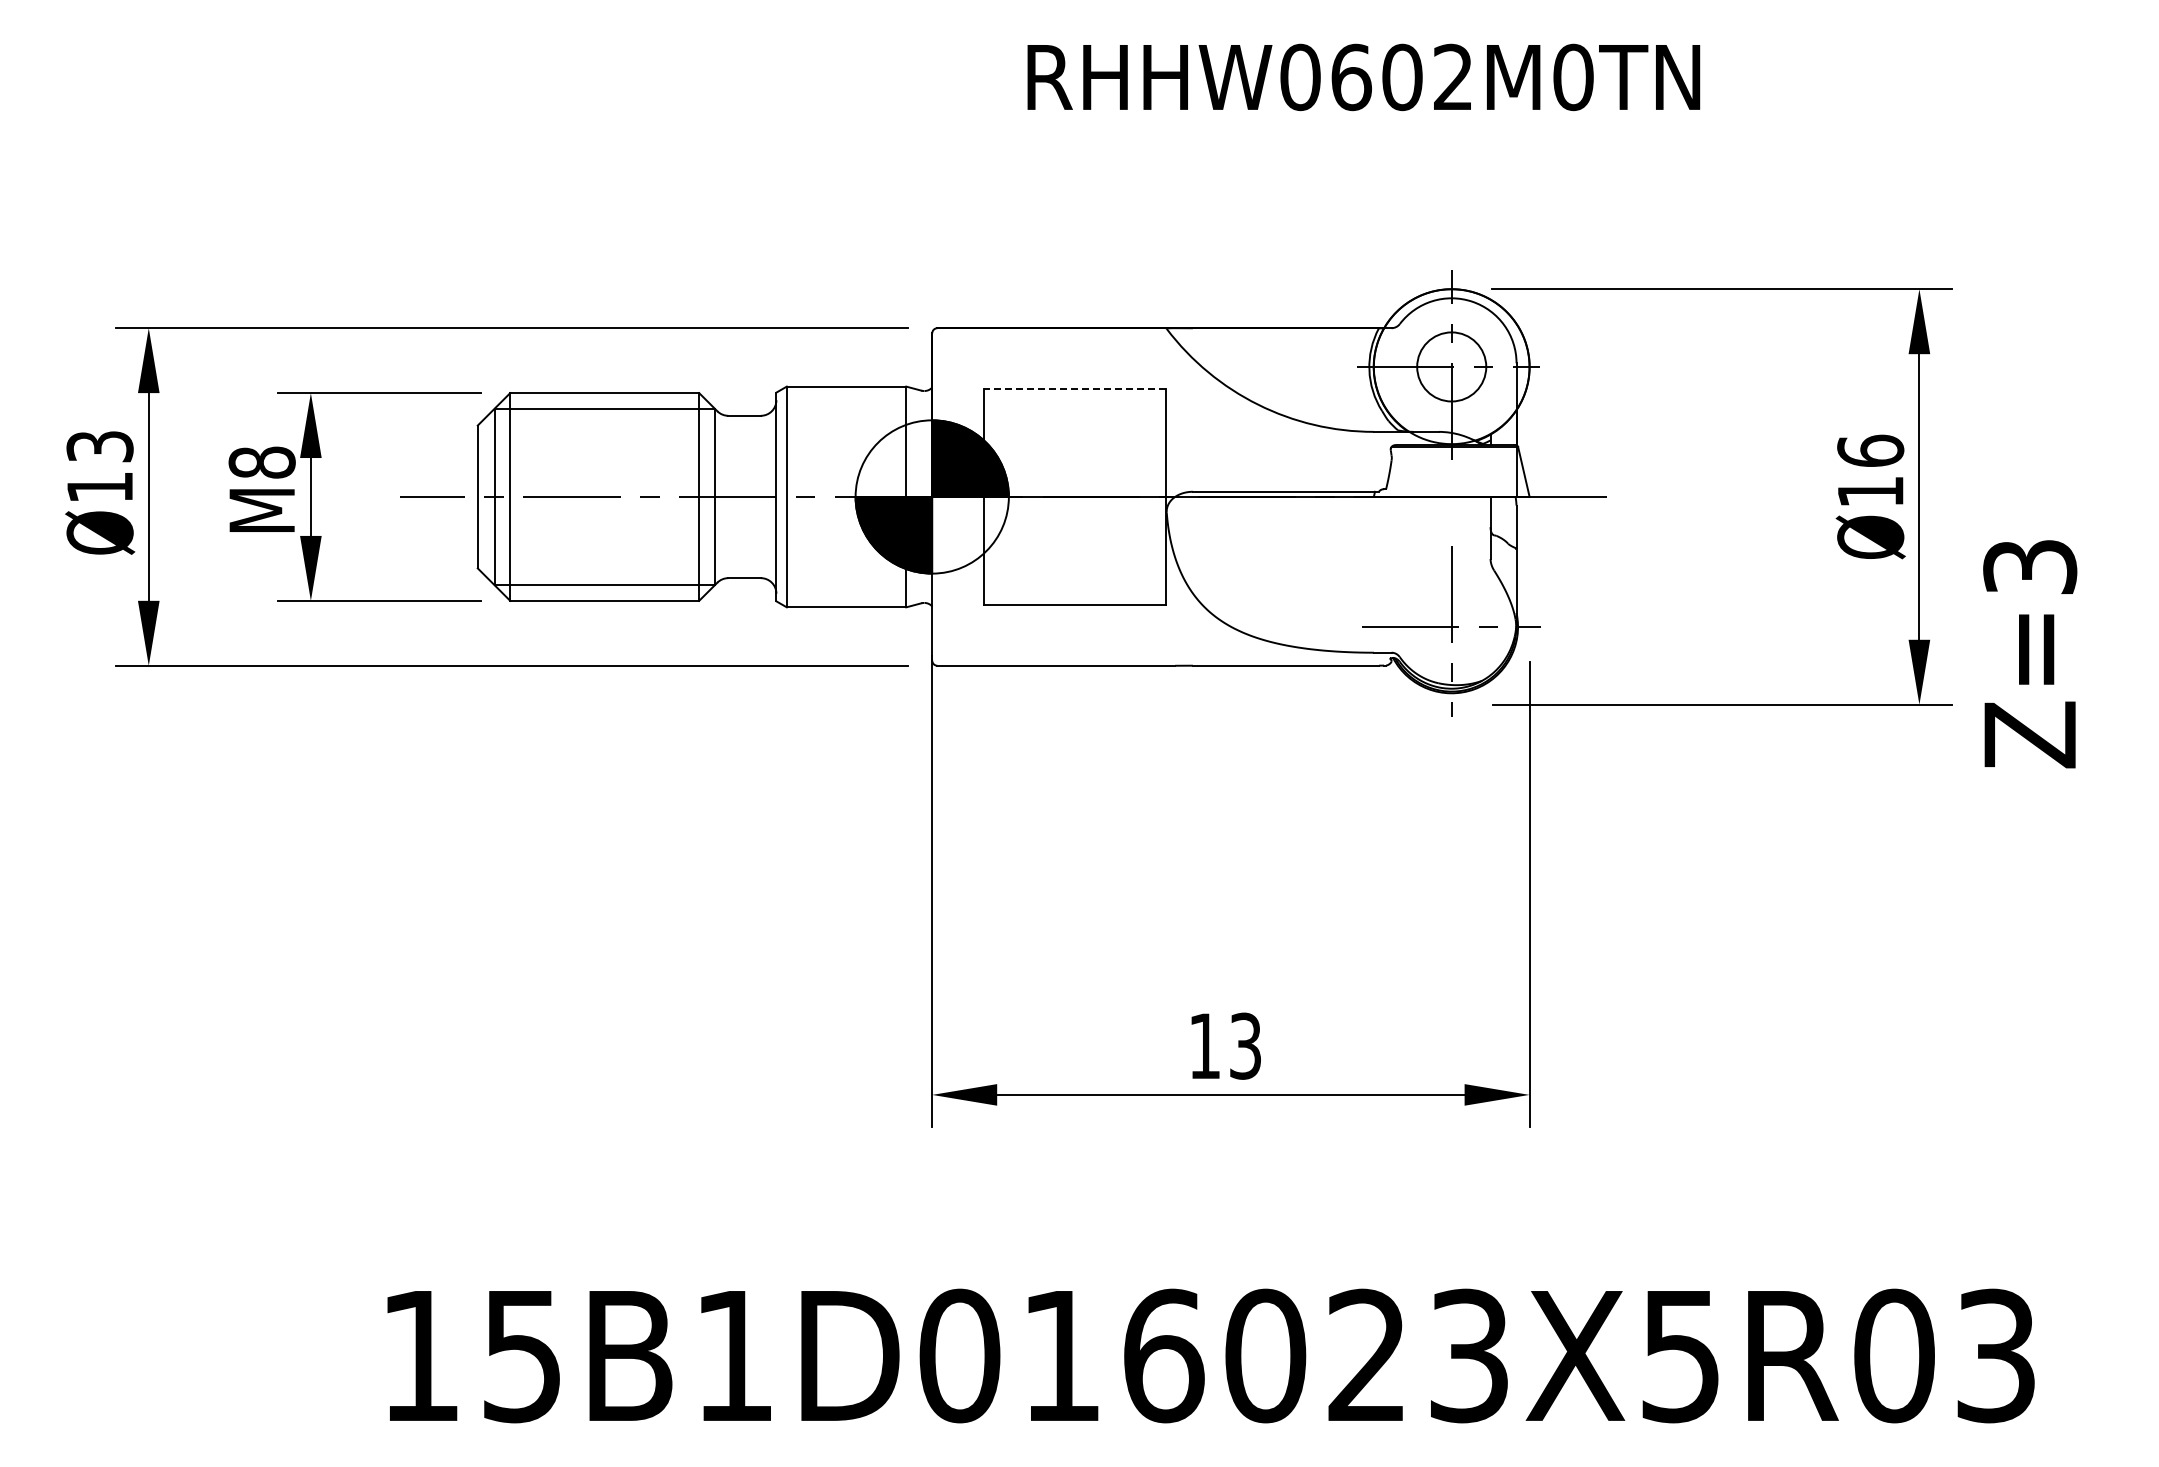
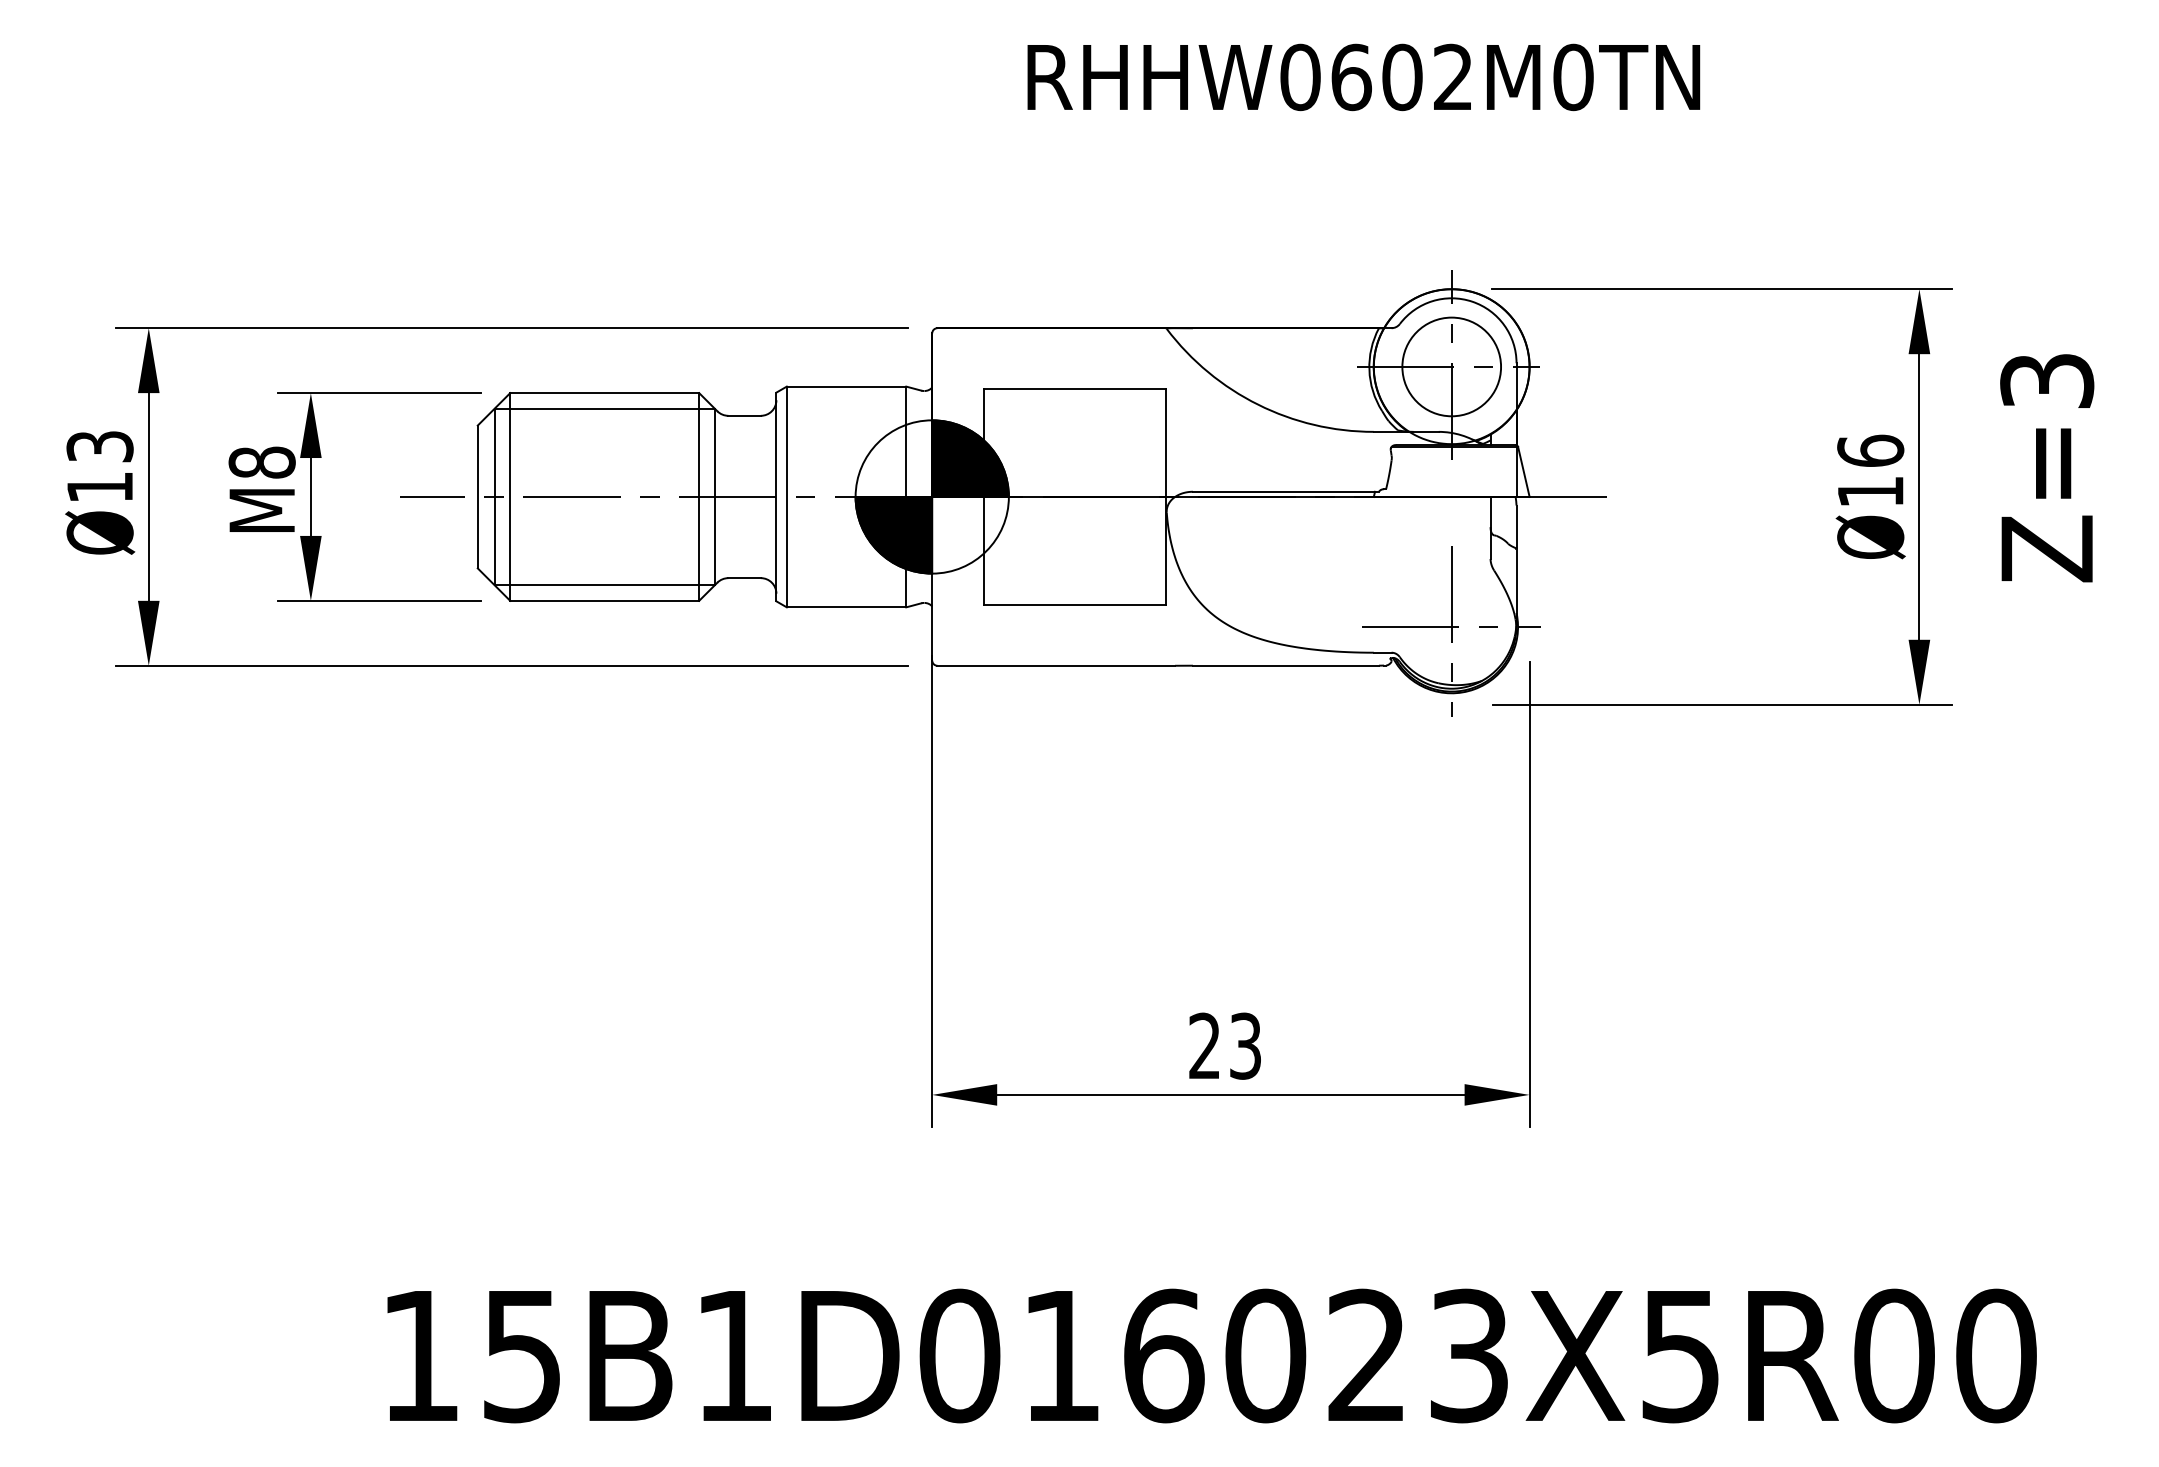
circle at (1451, 366) diameter: 69 px -> 99 px
line at (1075, 389): dashed -> solid
text at (2030, 654) position: (2030, 654) -> (2047, 468)
text at (1204, 1045): 13 -> 23
text at (1996, 1355): 15B1D016023X5R03 -> 15B1D016023X5R00
